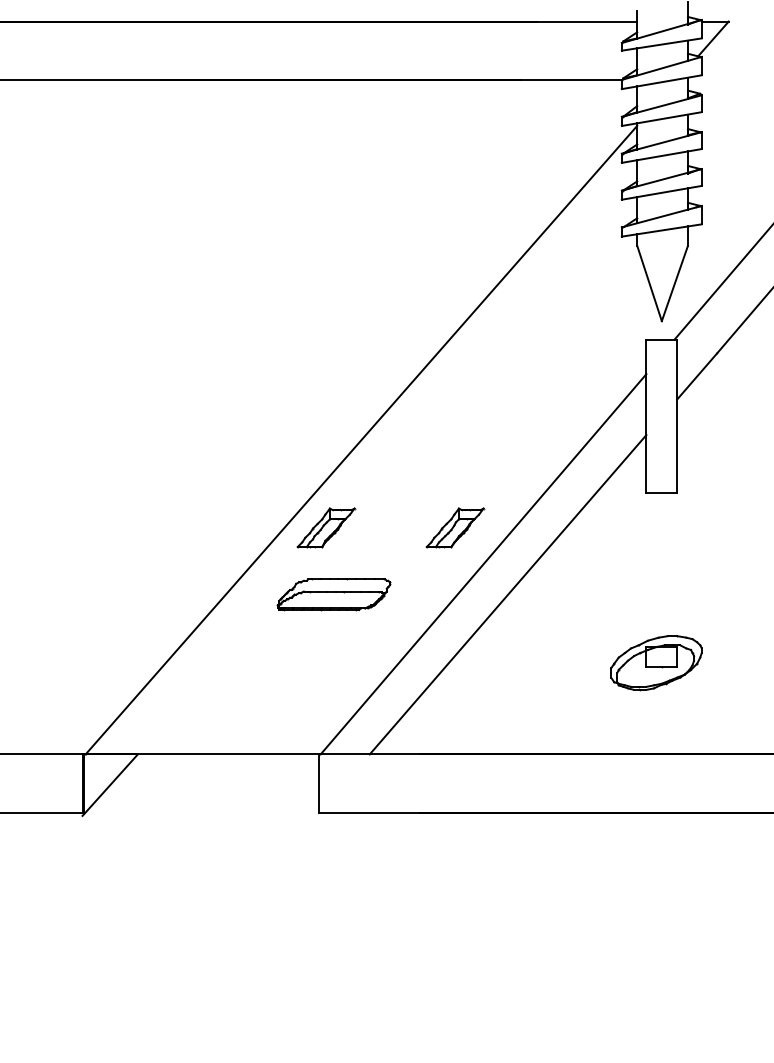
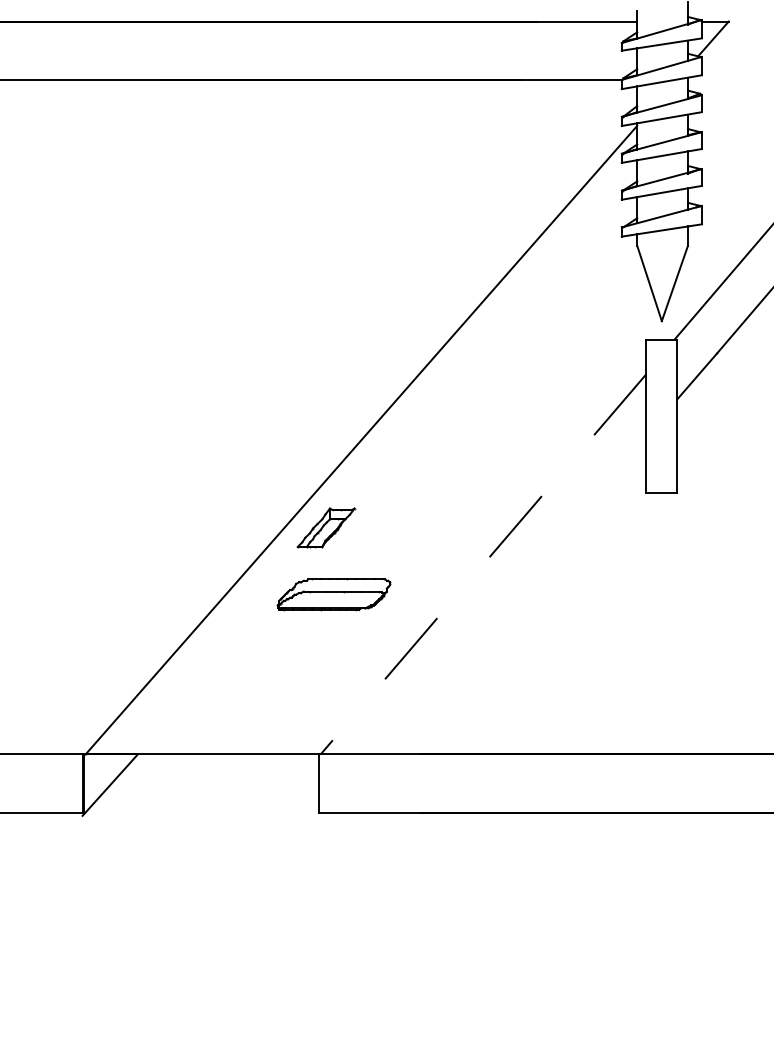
part at (455, 527): present -> none
line at (483, 564): solid -> dashed
line at (507, 594): present -> none
part at (656, 663): present -> none
